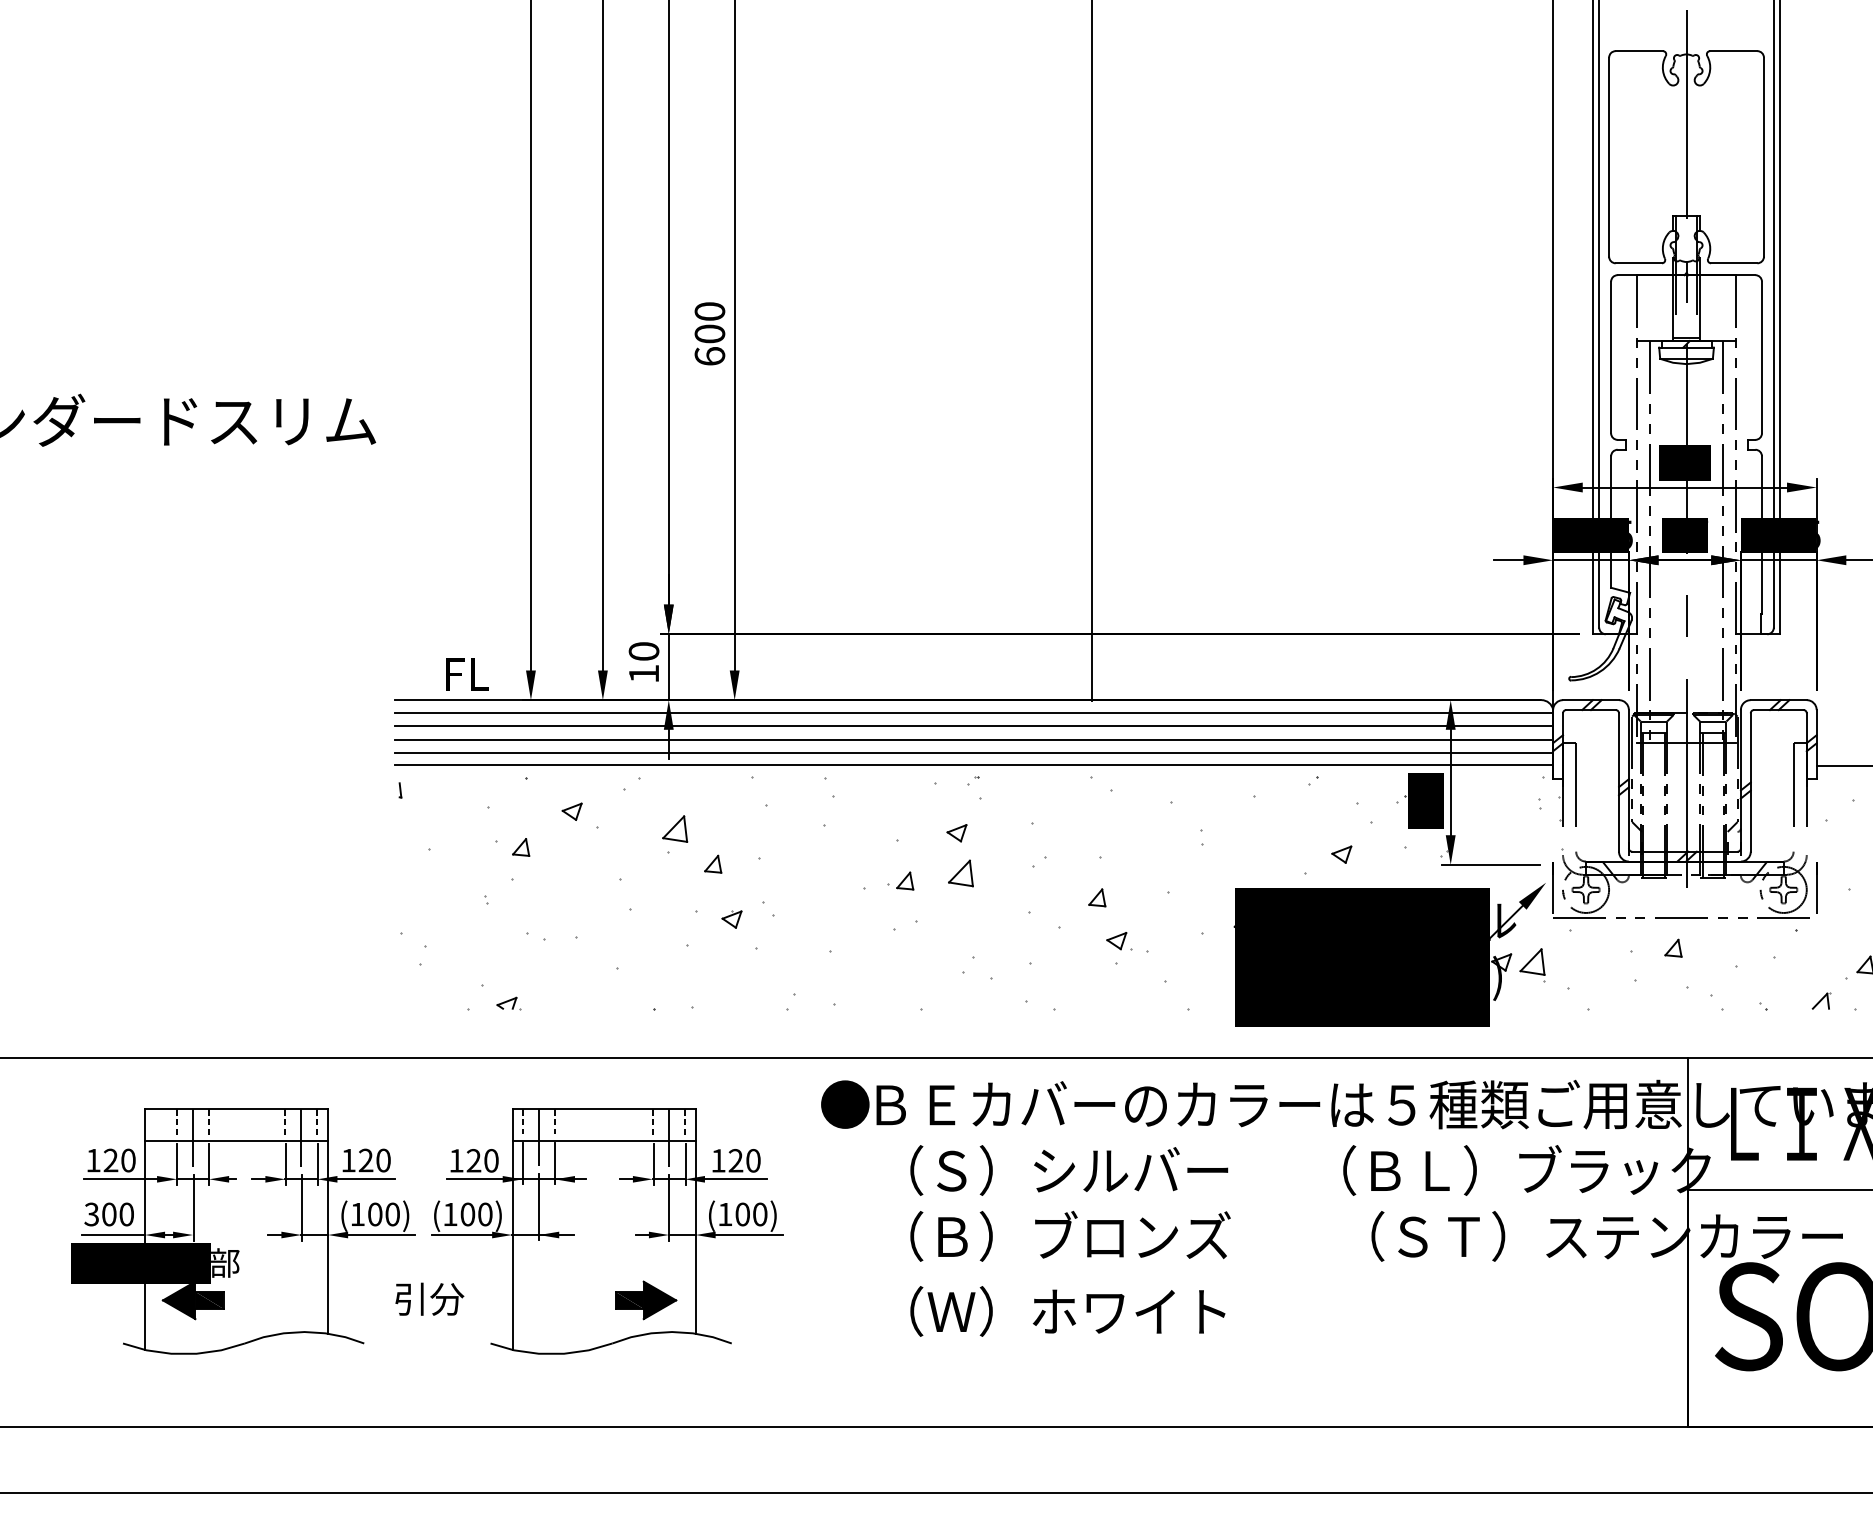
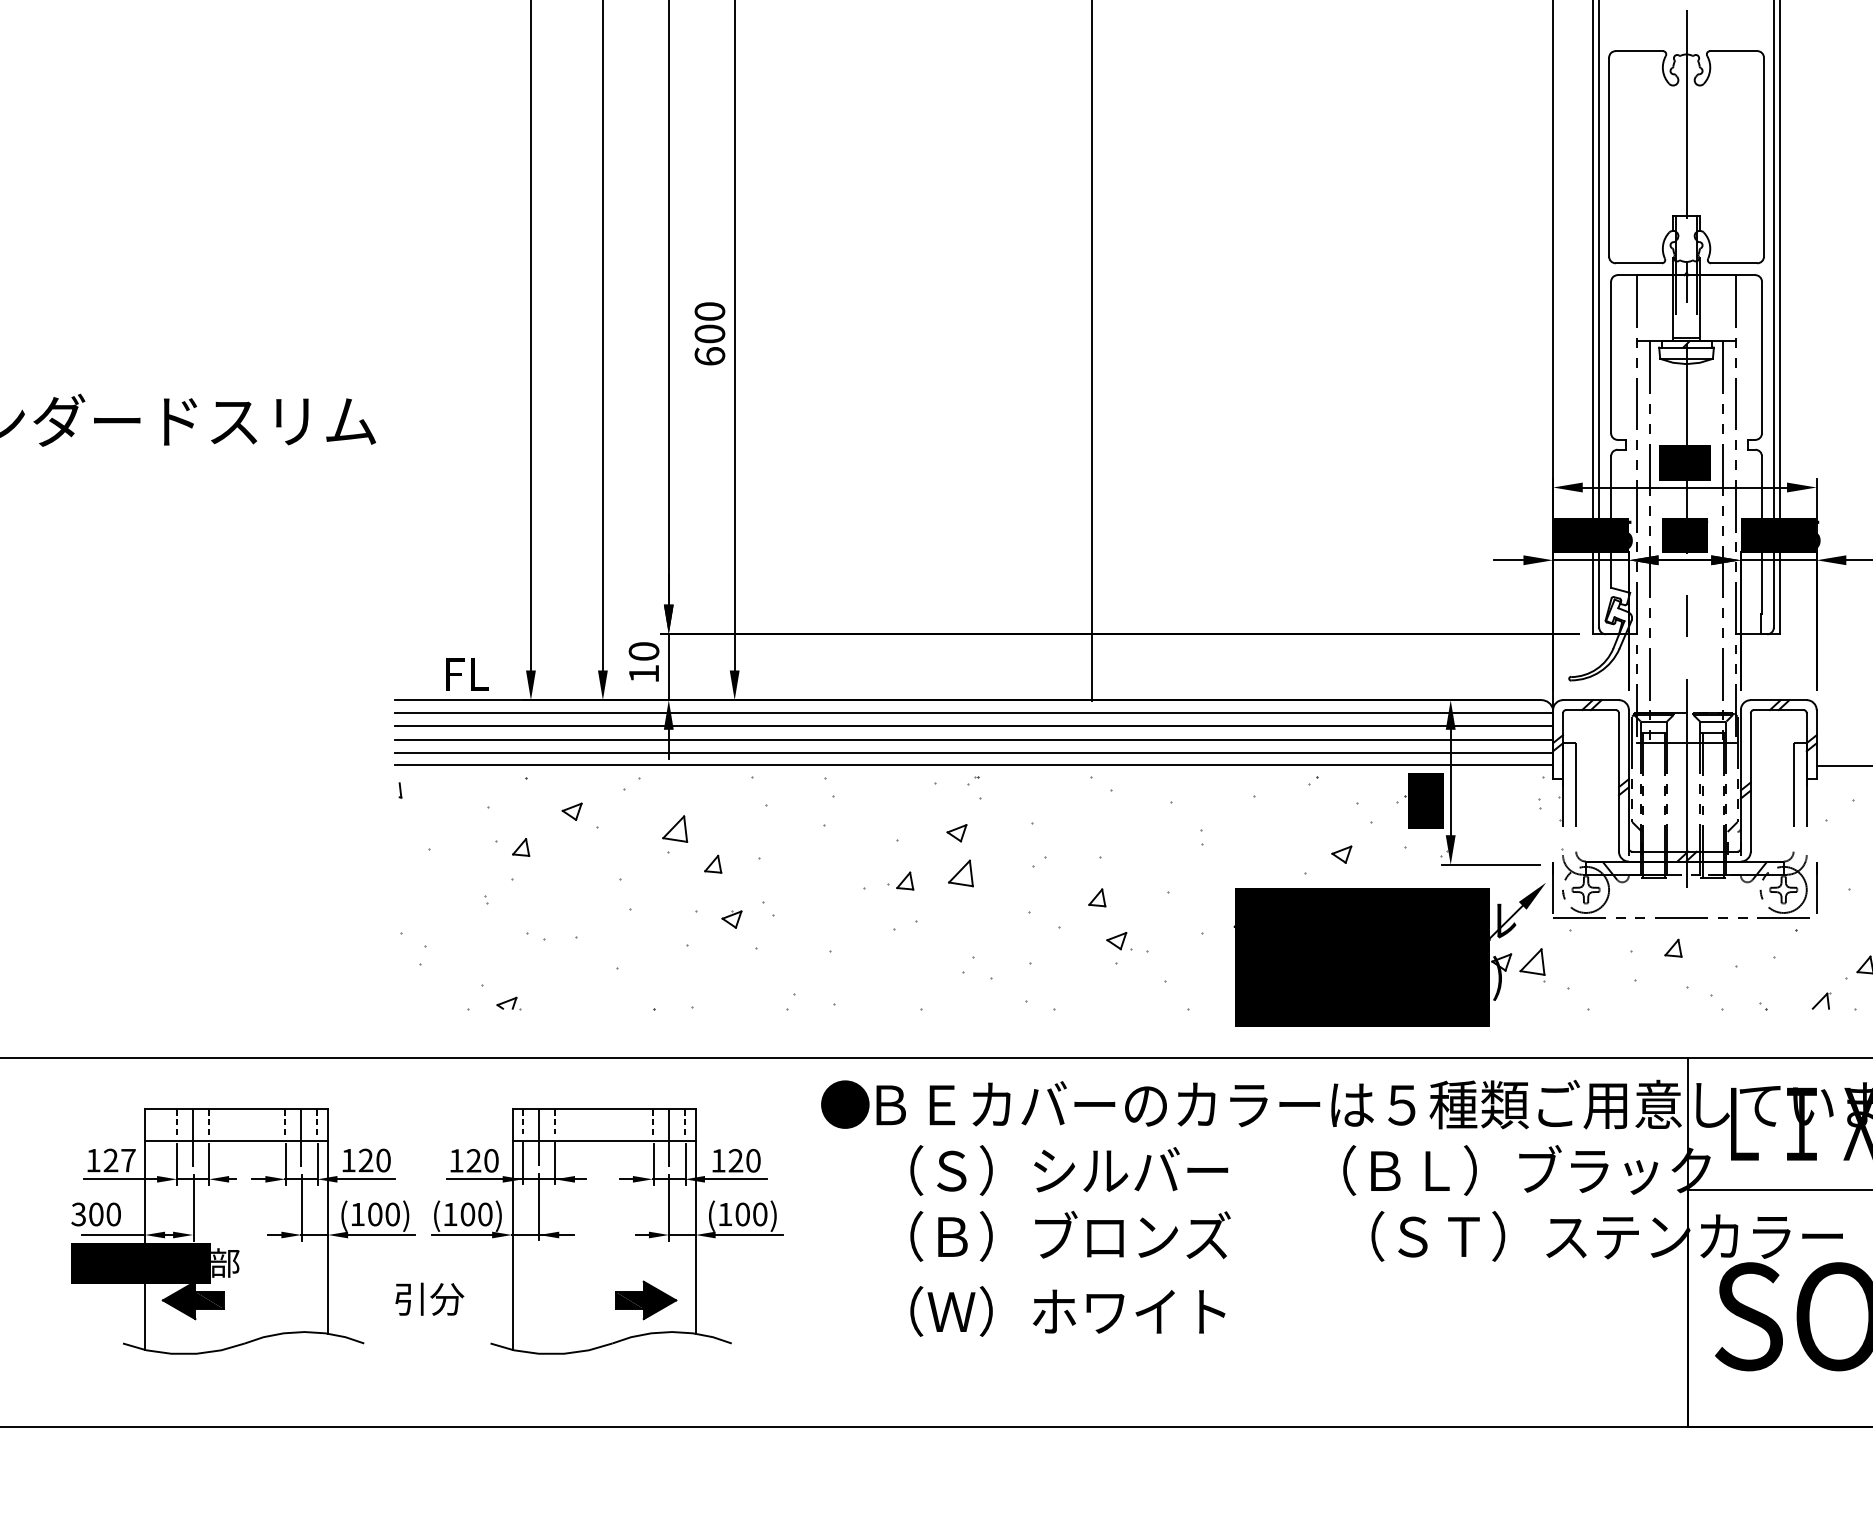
text at (128, 1160): 120 -> 127
text at (108, 1214) position: (108, 1214) -> (95, 1214)
line at (935, 1492): present -> none
